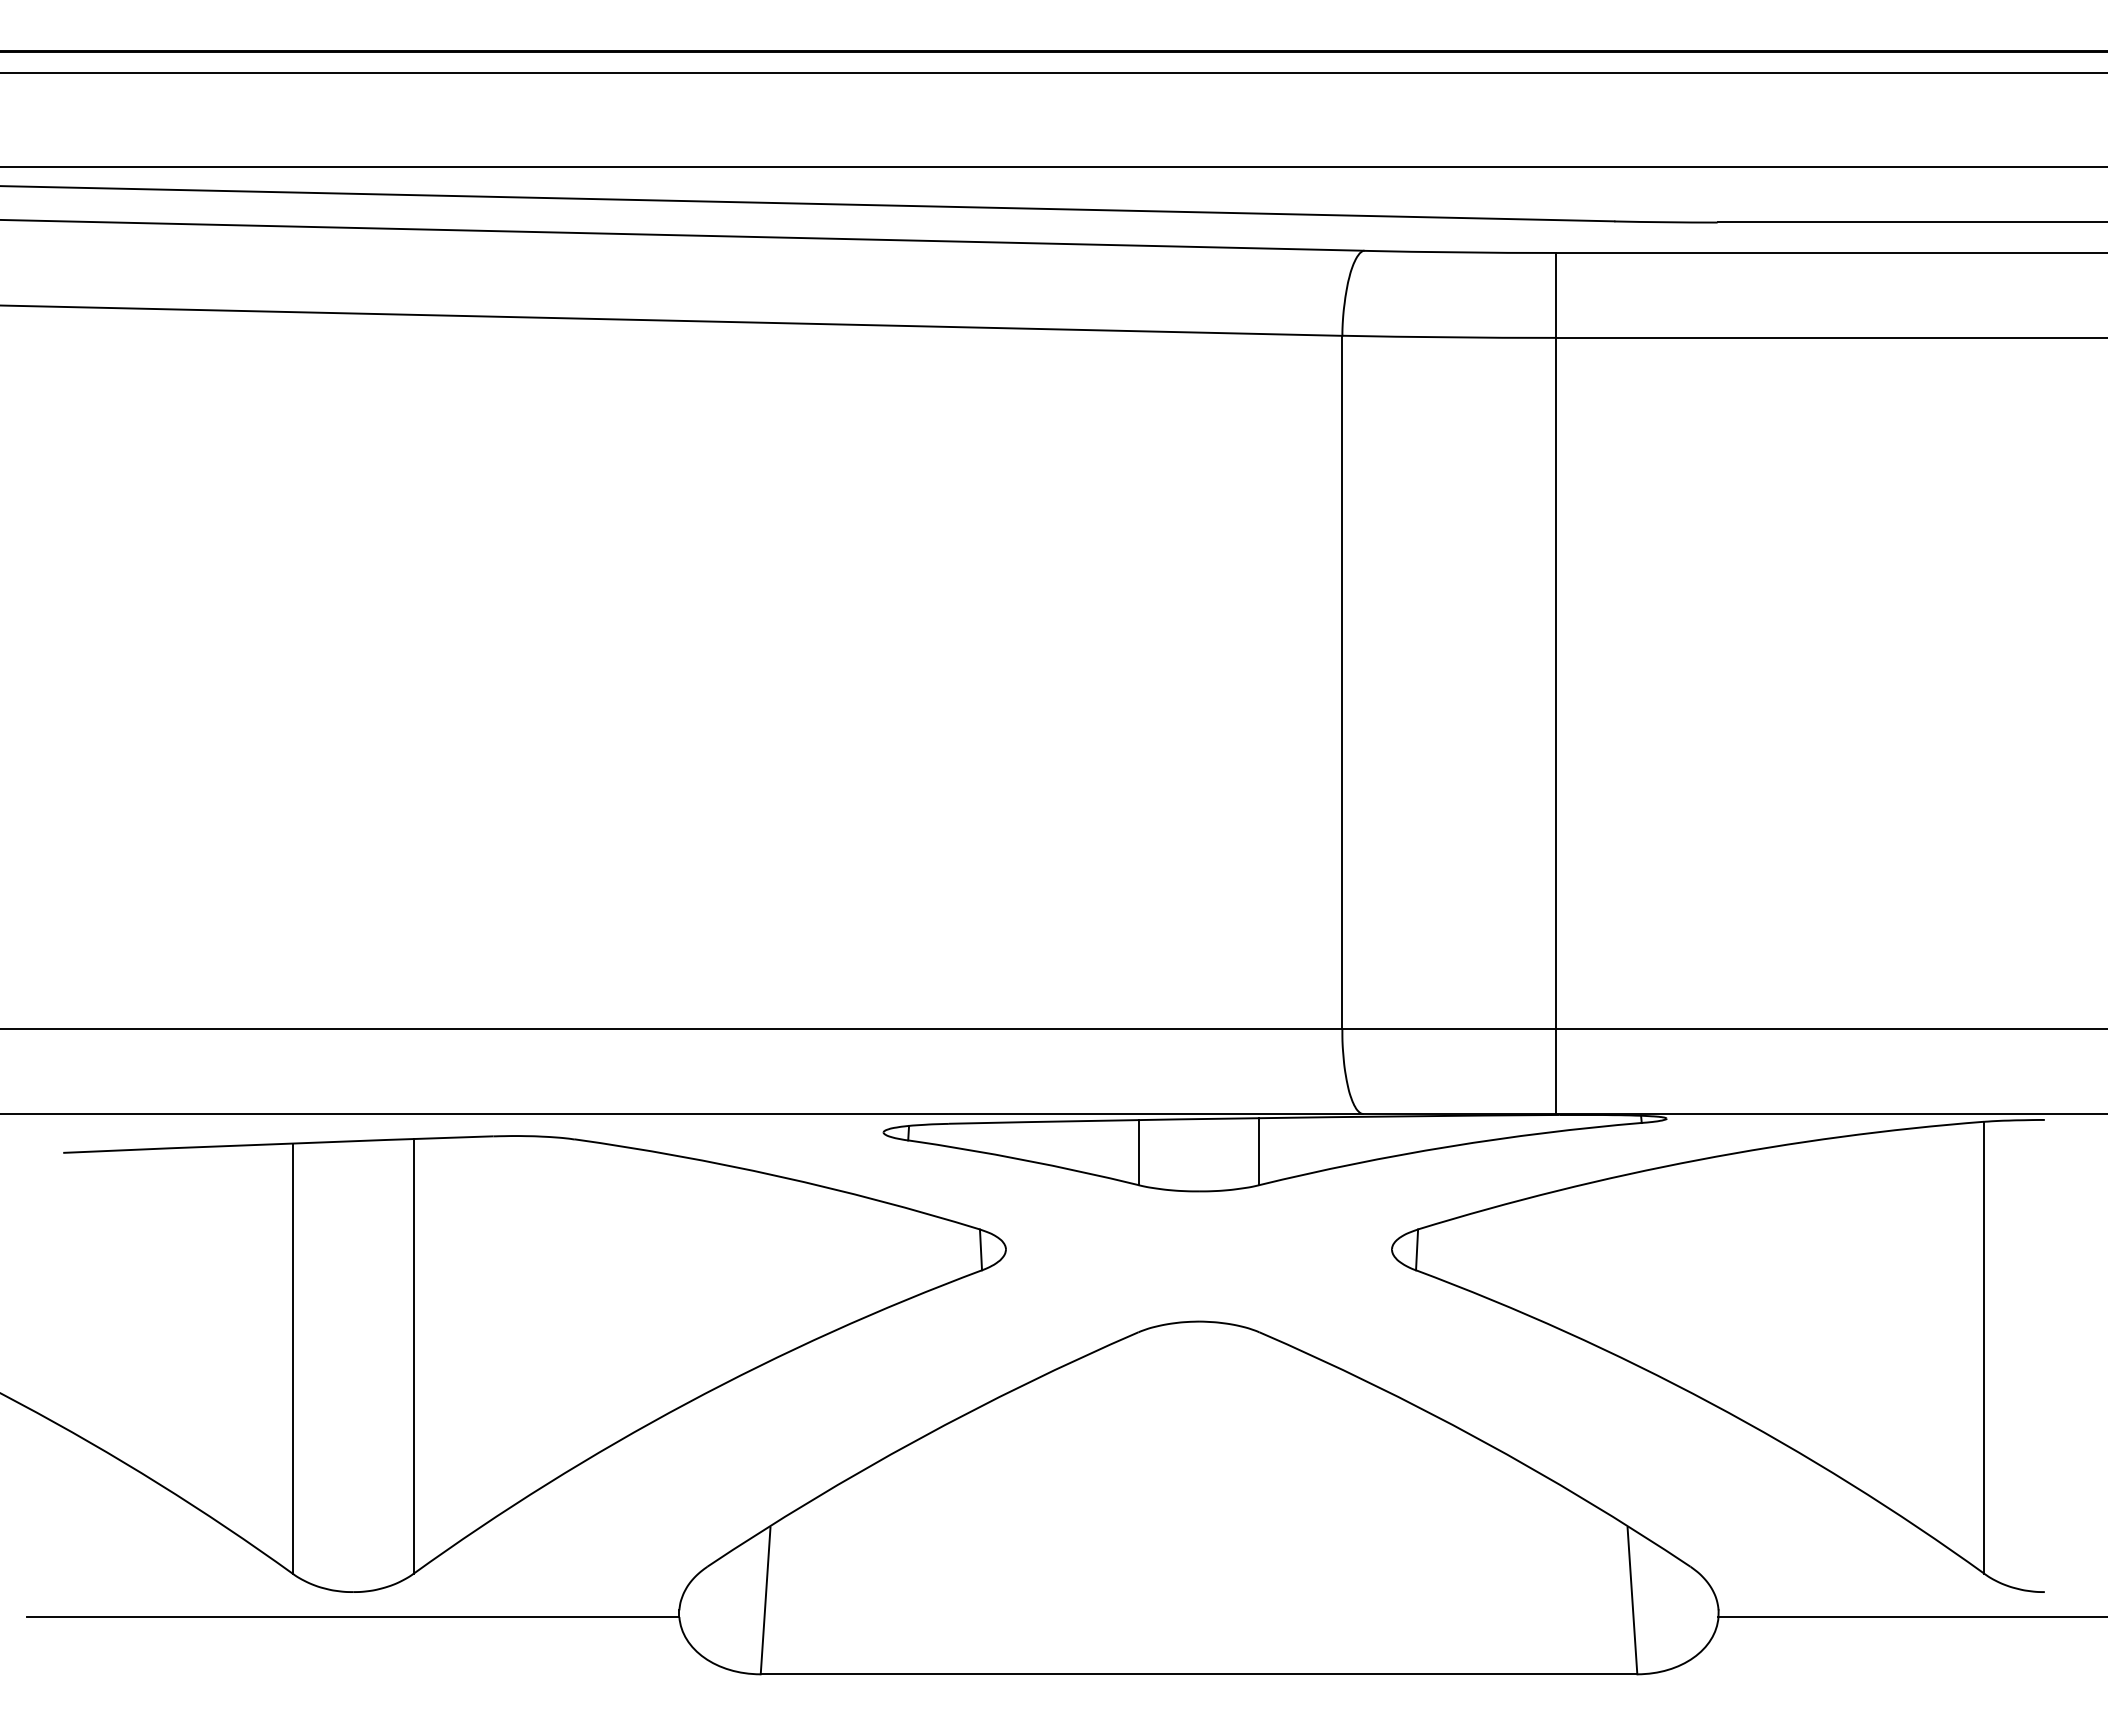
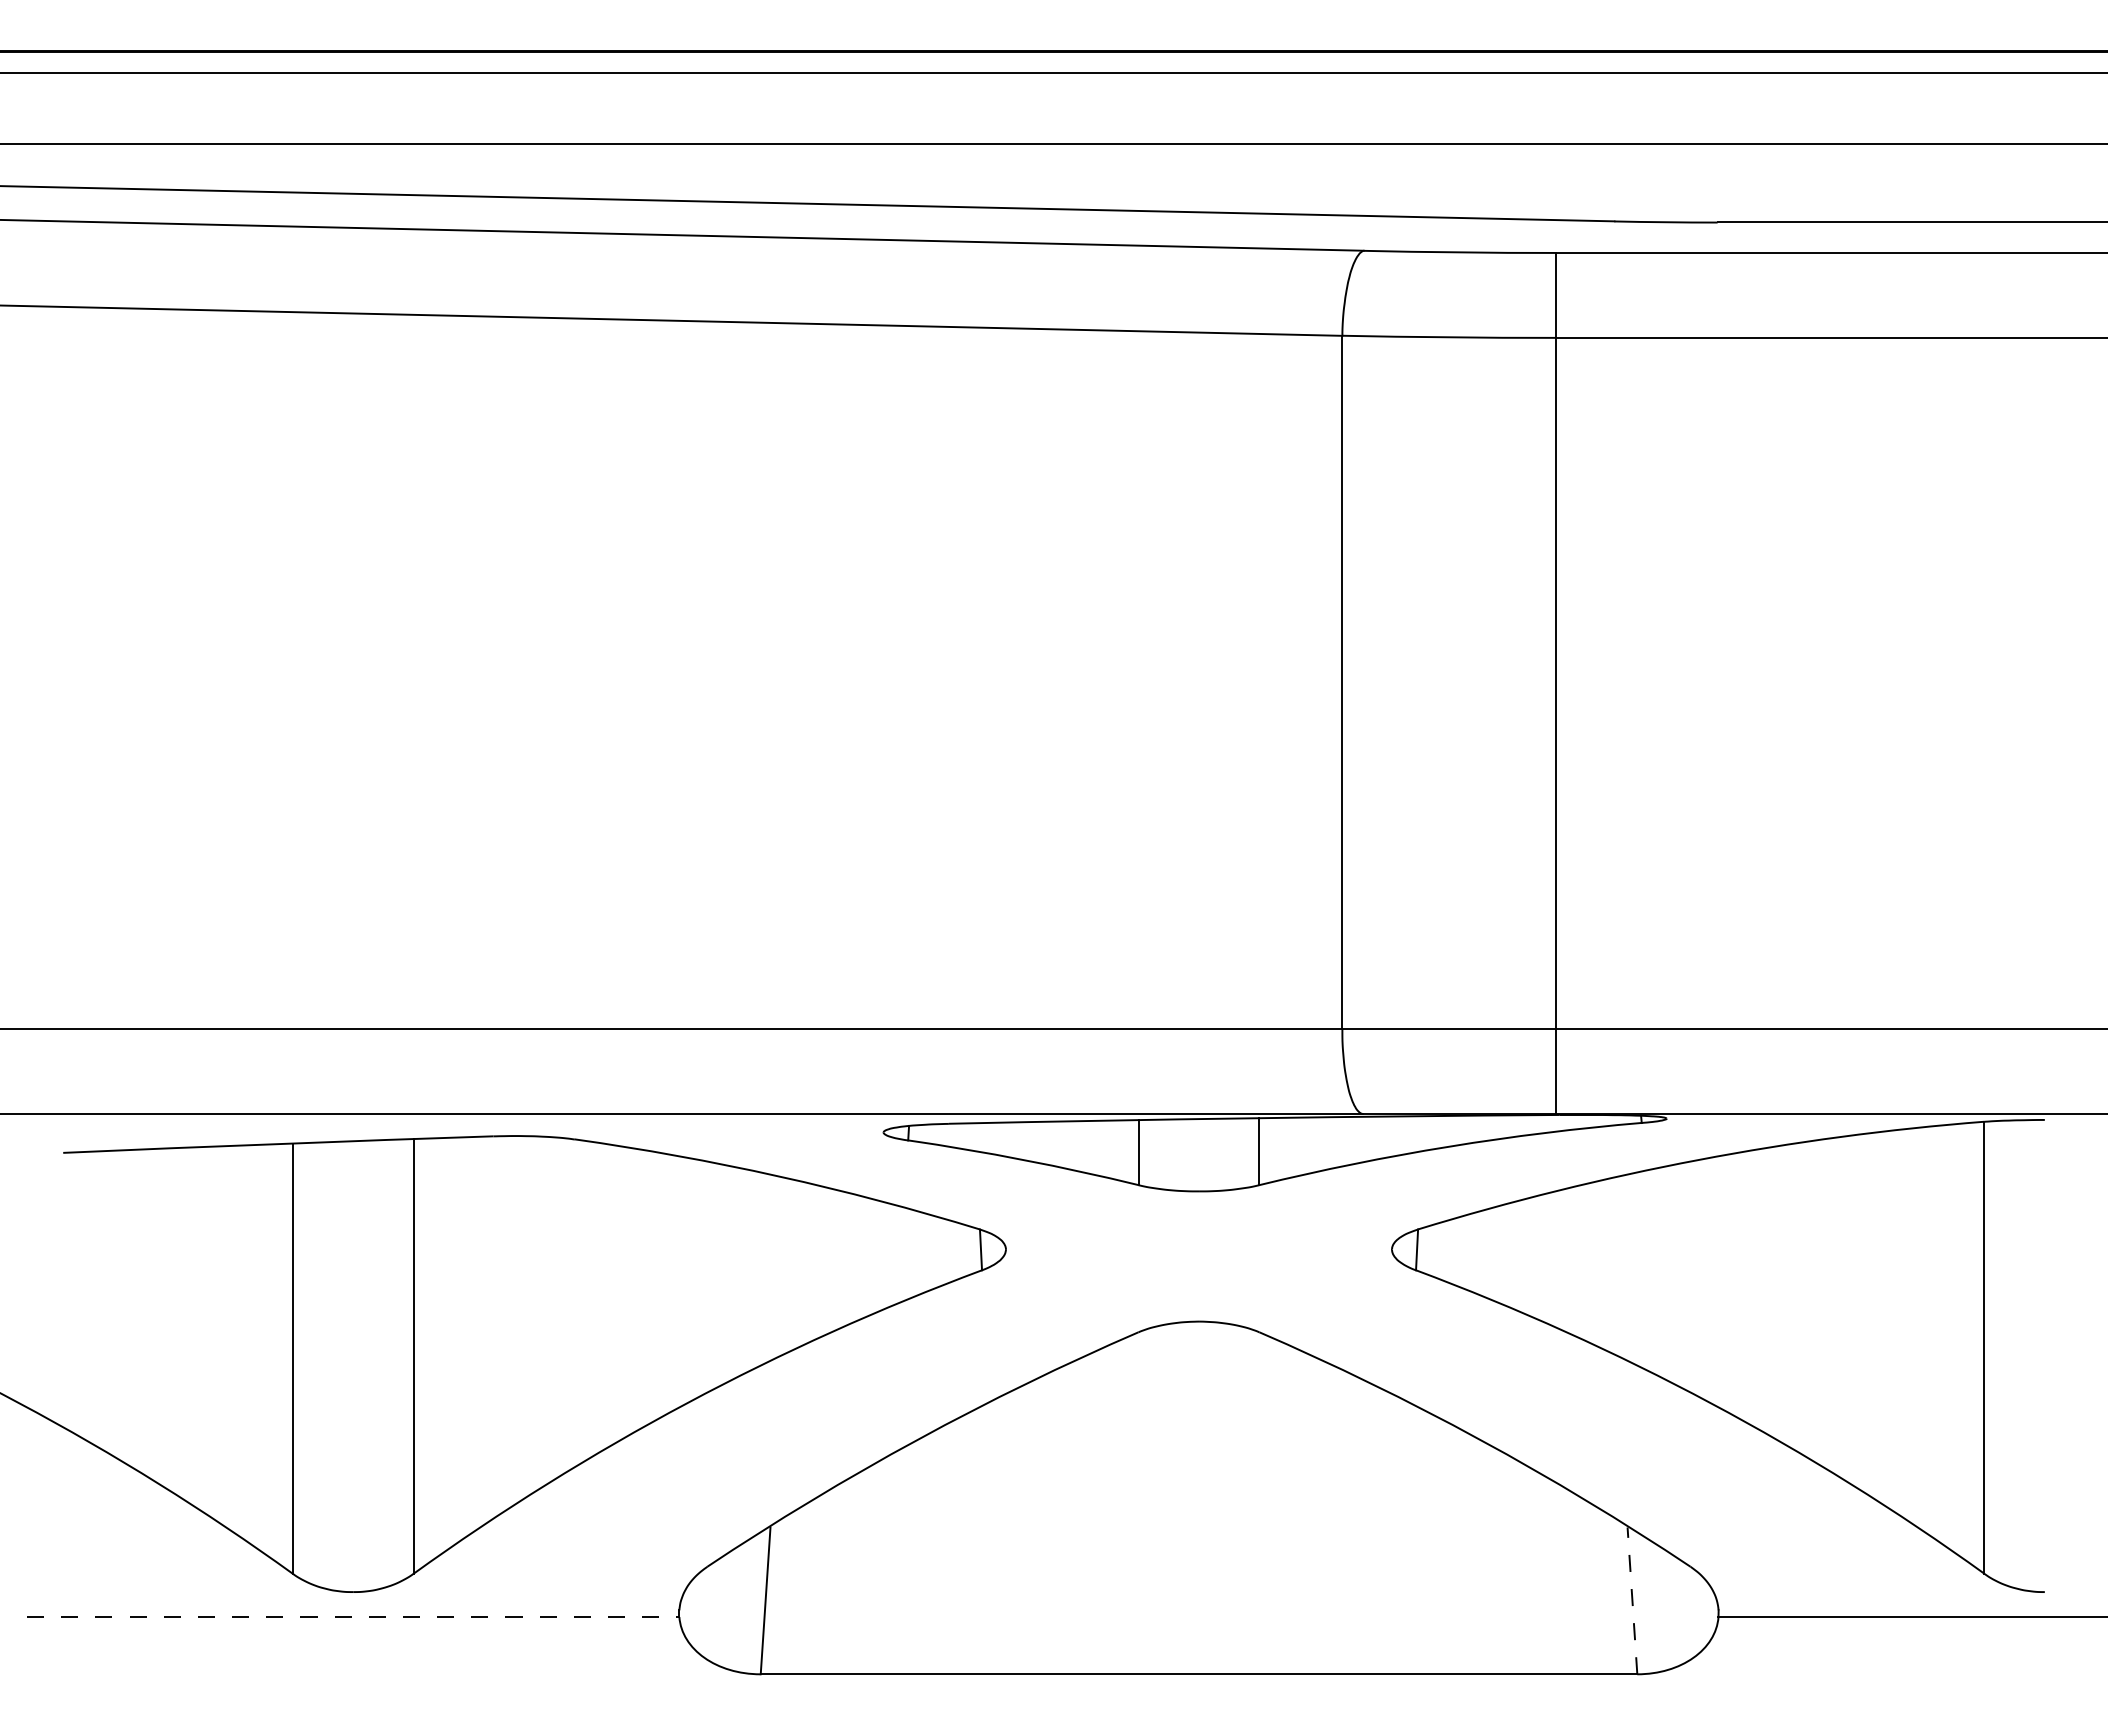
line at (1053, 166) position: (1053, 166) -> (1053, 143)
line at (1632, 1600): solid -> dashed
line at (353, 1617): solid -> dashed
